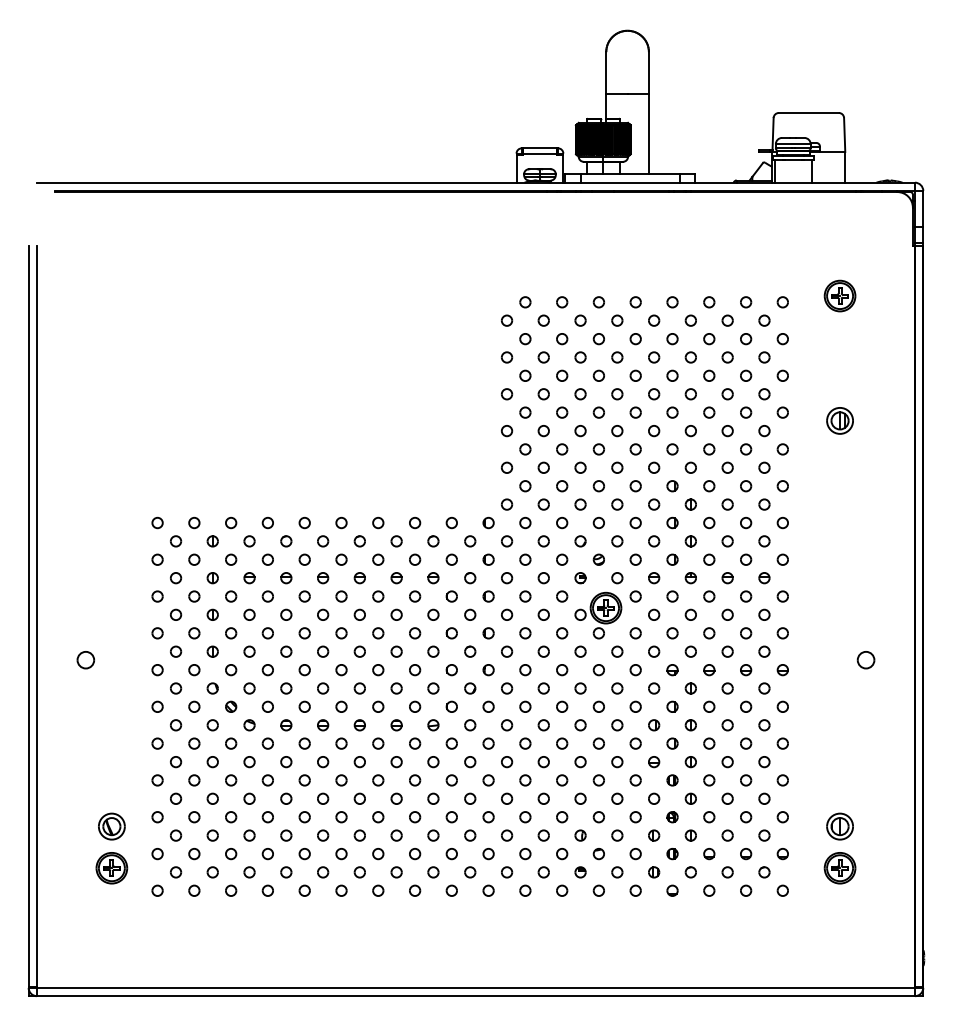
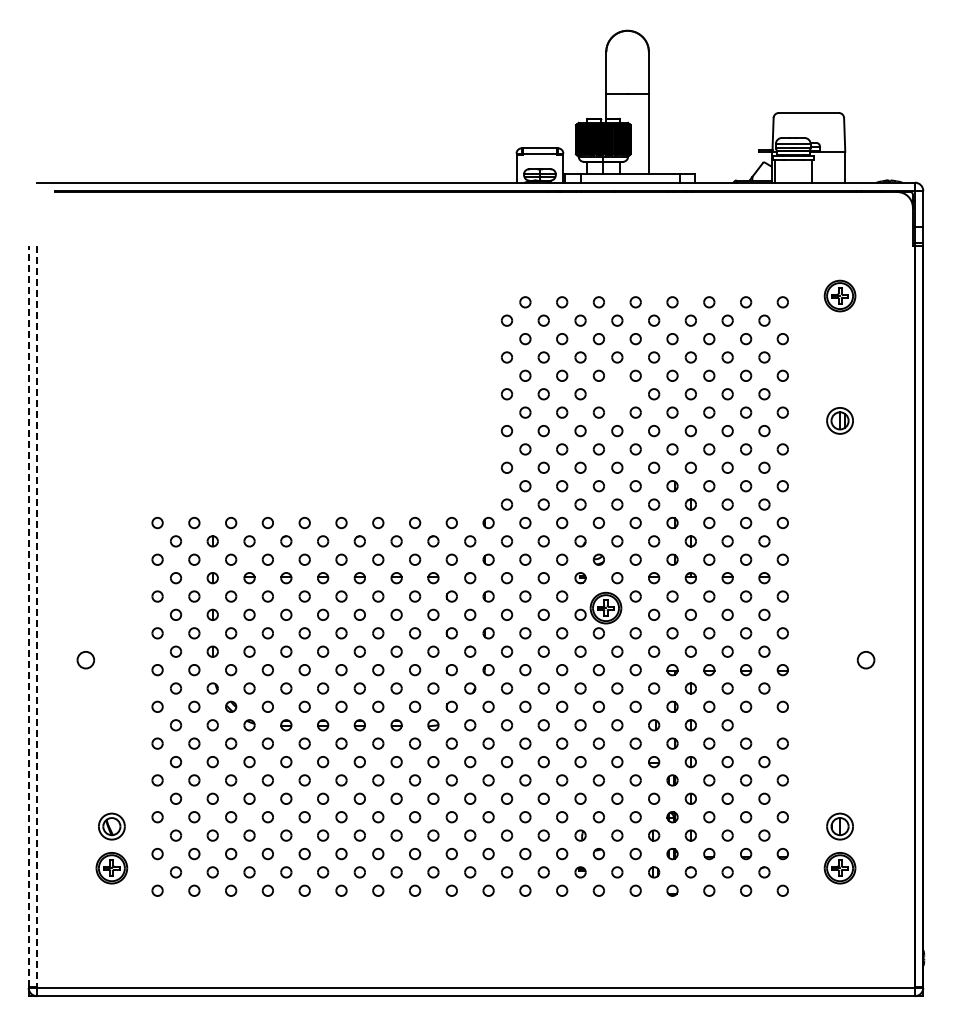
part at (617, 394): present -> none
line at (28, 615): solid -> dashed
line at (36, 616): solid -> dashed
part at (764, 725): present -> none
